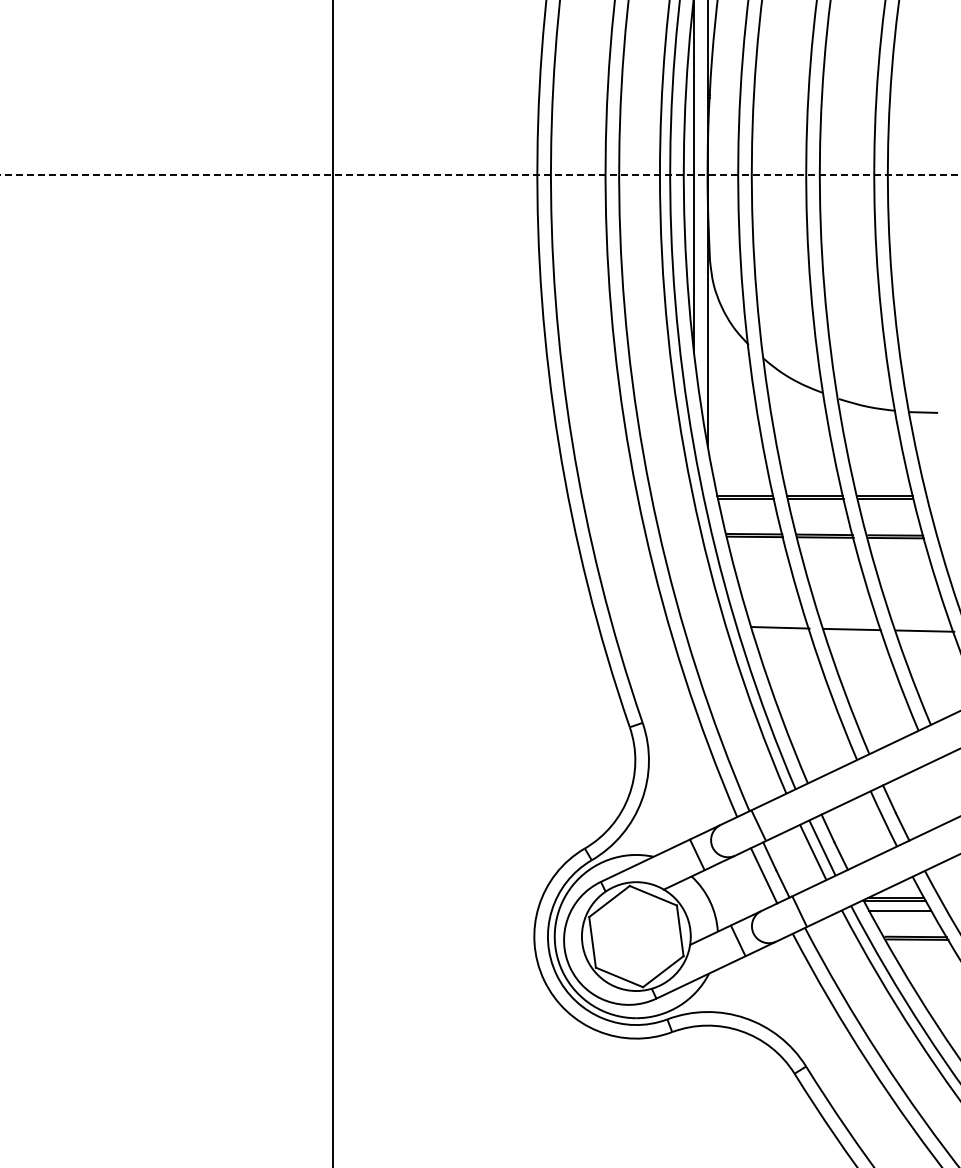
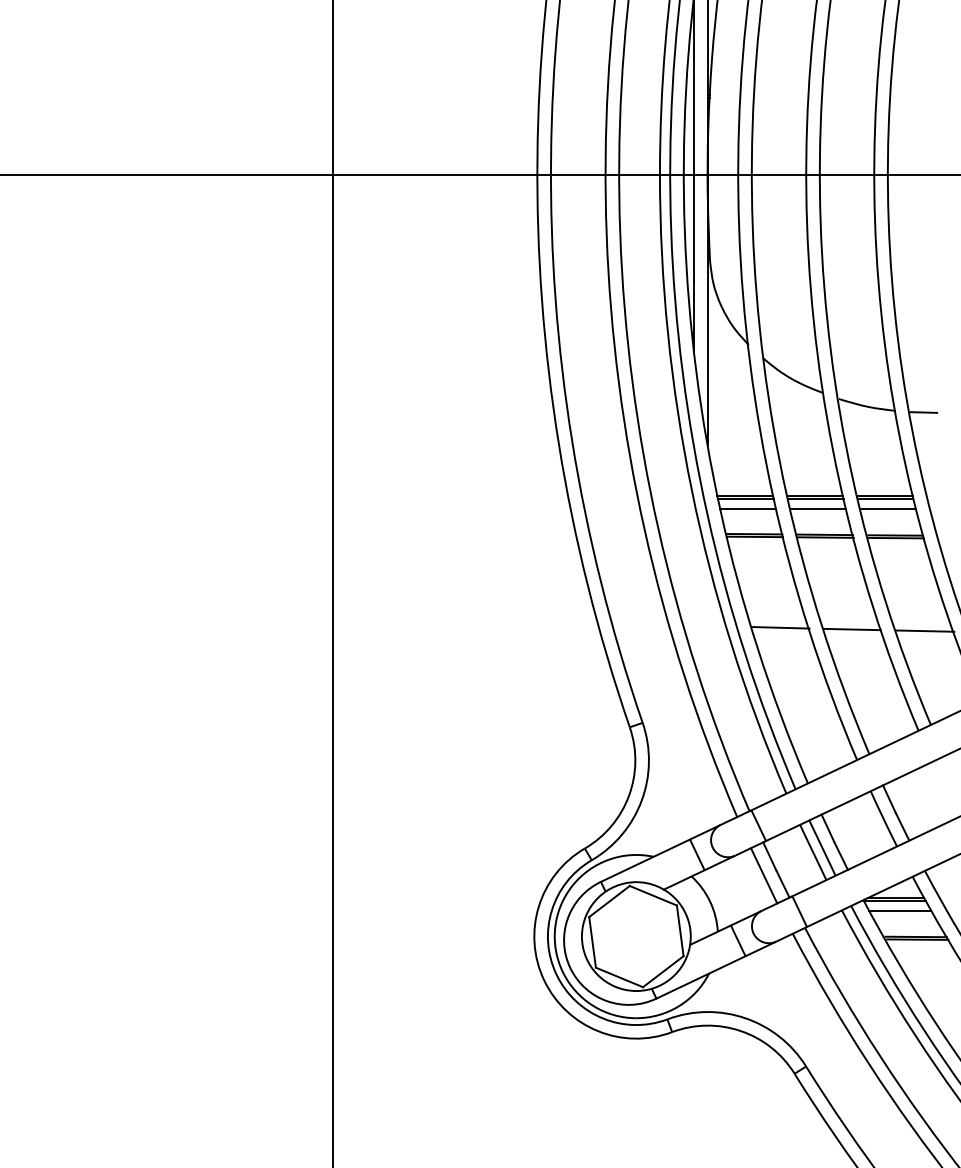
line at (480, 174): dashed -> solid
line at (748, 509): none -> present
line at (817, 509): none -> present
line at (887, 509): none -> present
